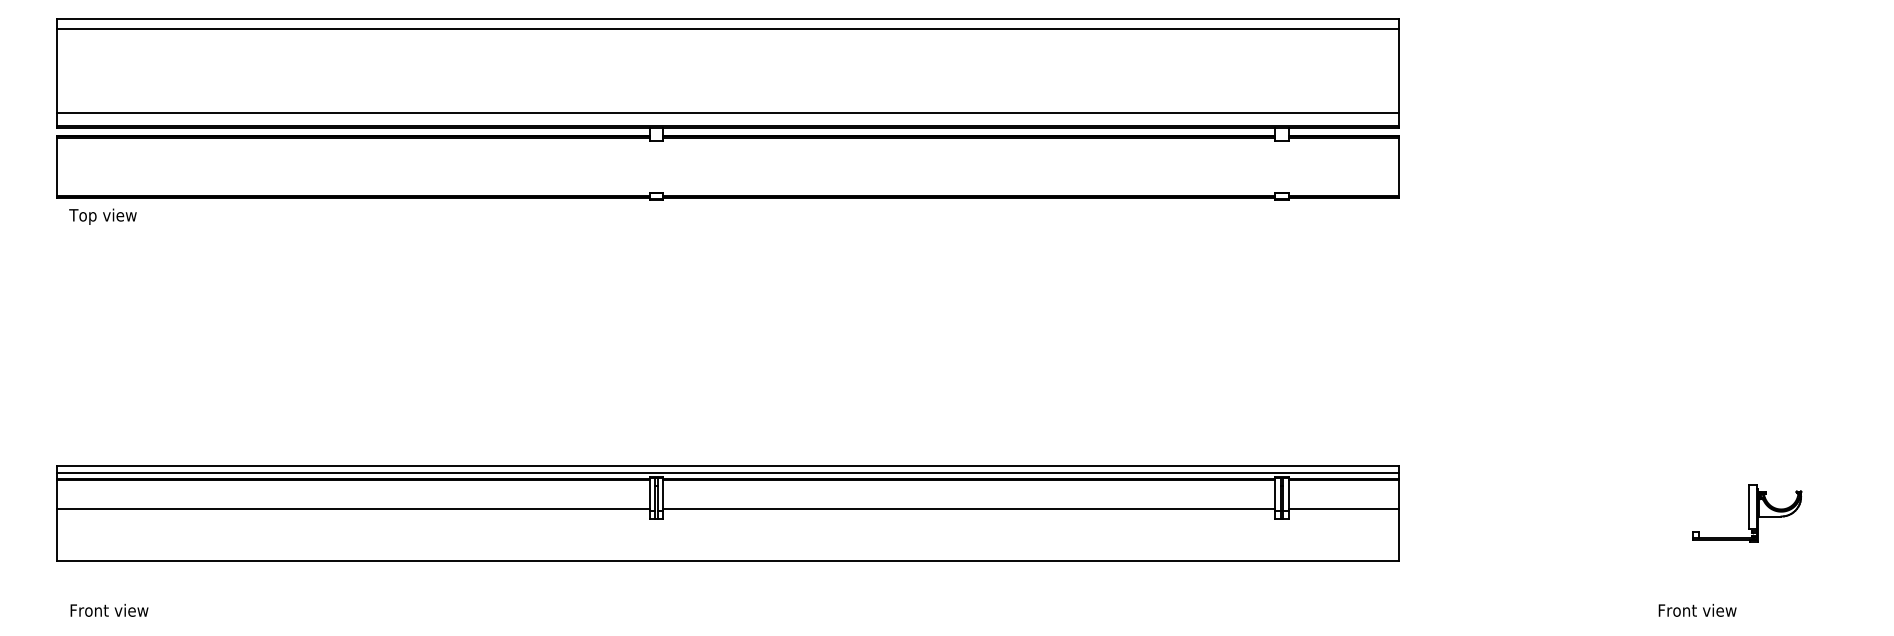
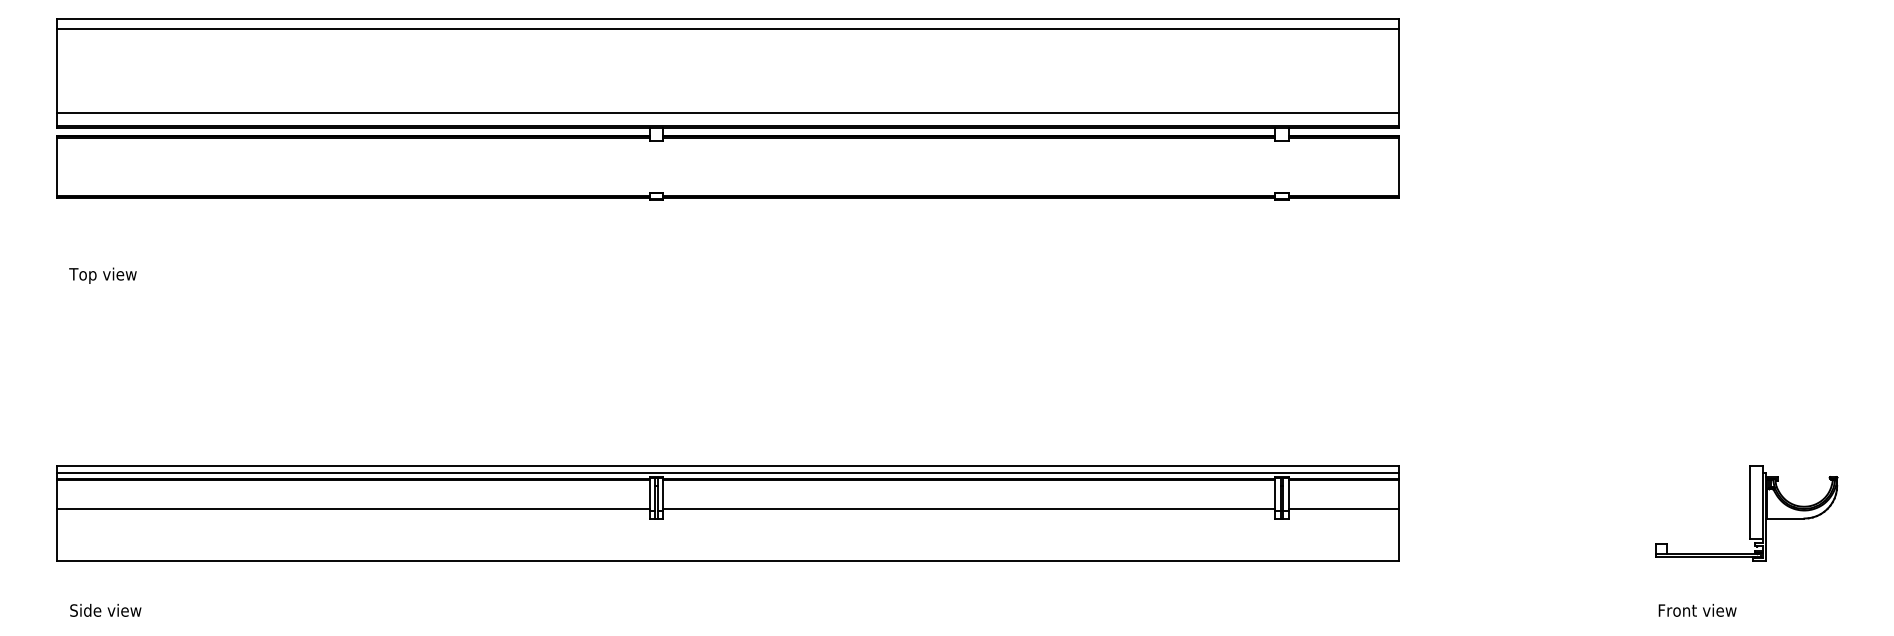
text at (102, 216) position: (102, 216) -> (102, 275)
part at (1747, 513) size: 111x59 px -> 184x97 px
text at (109, 609): Front view -> Side view
